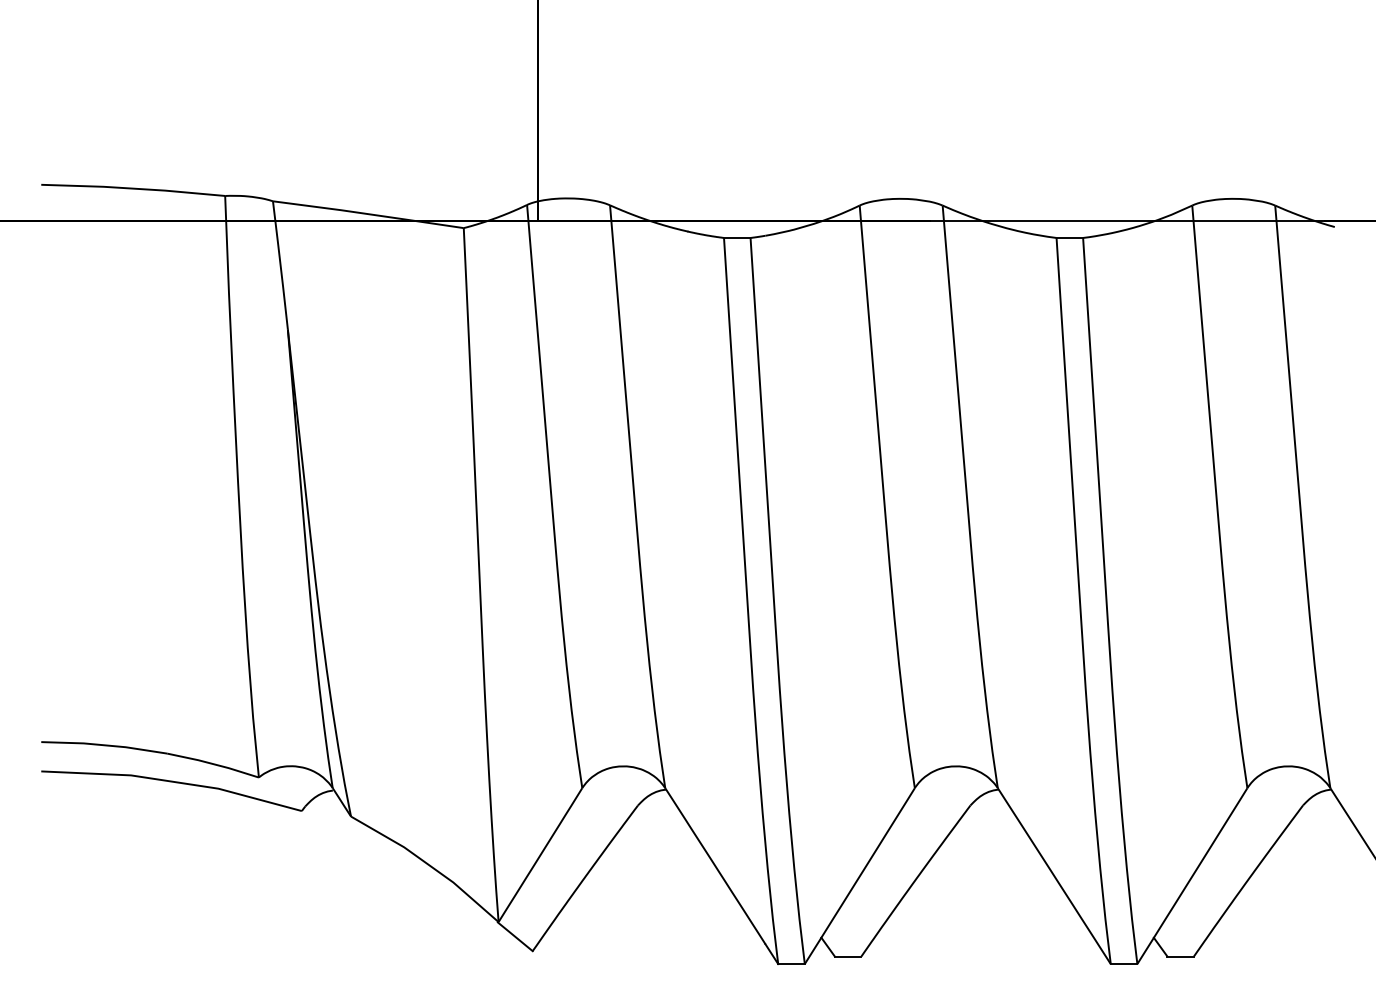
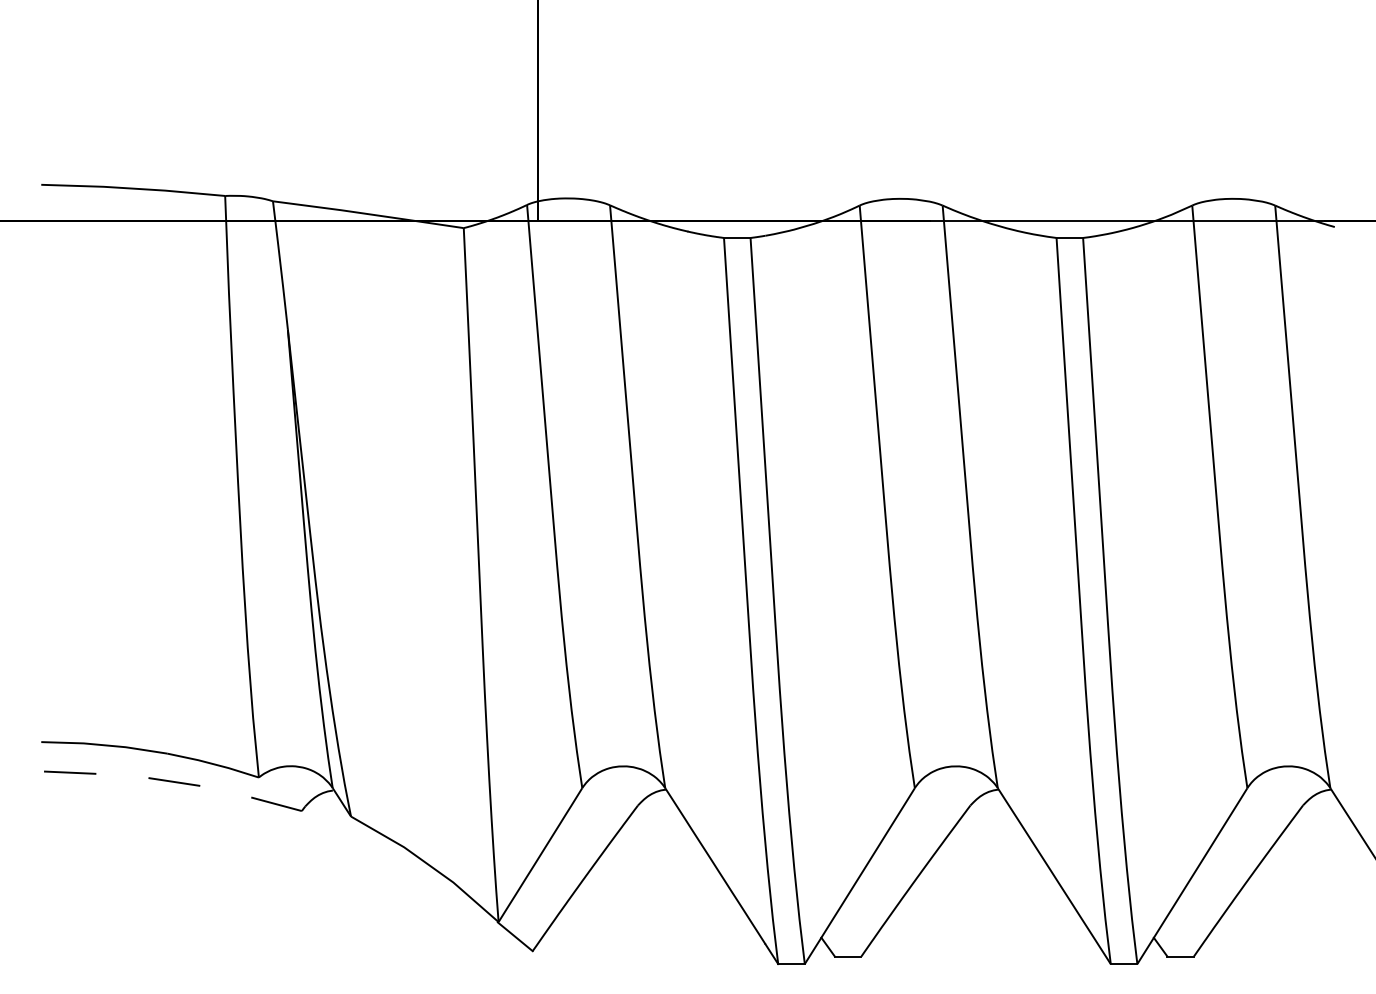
line at (173, 781): solid -> dashed
